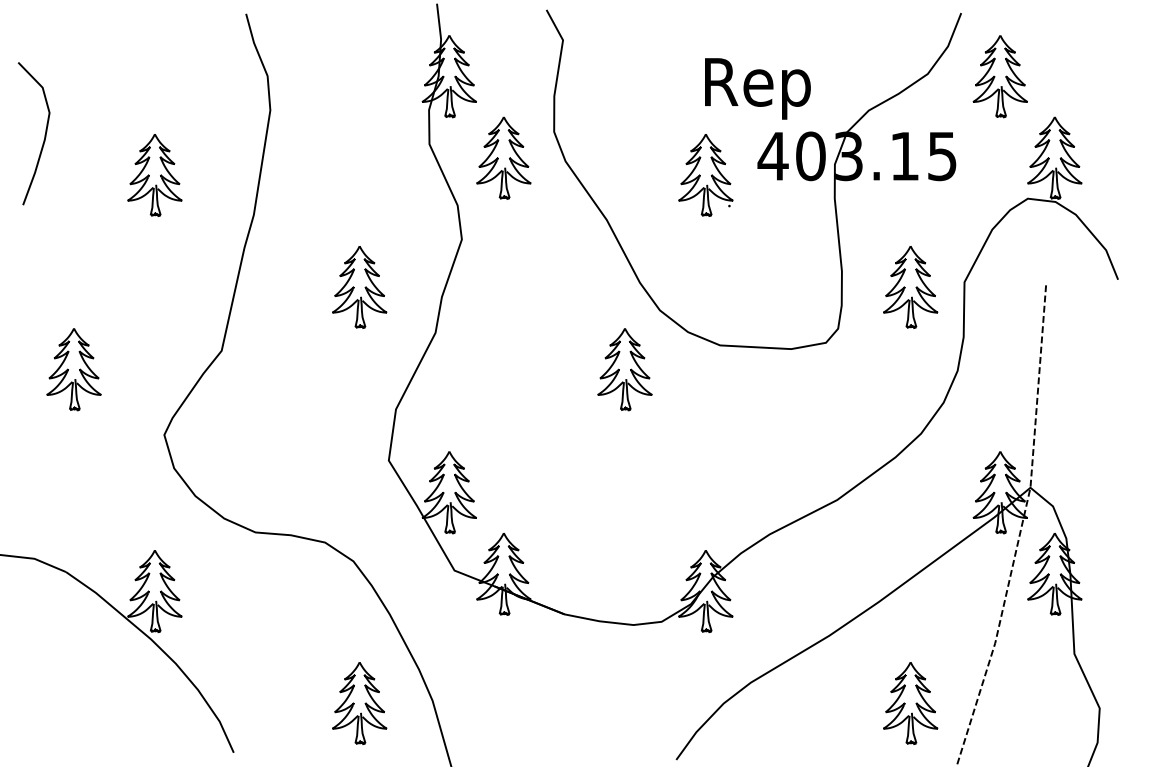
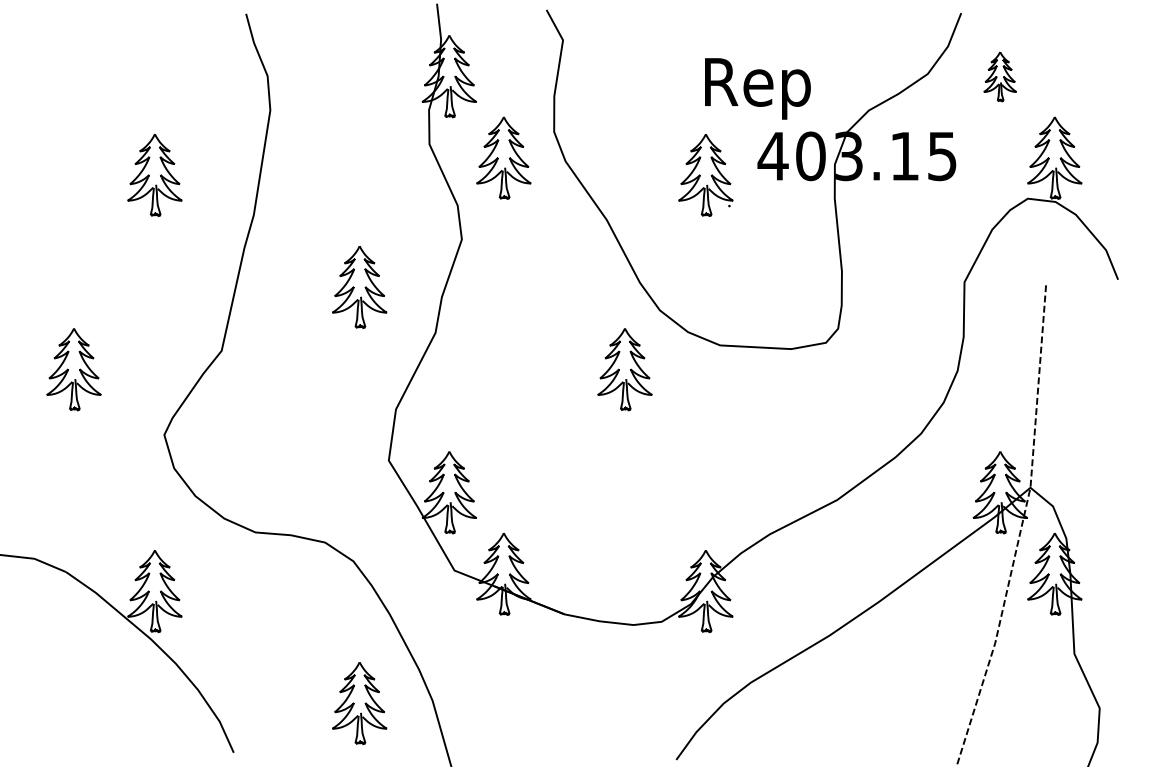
part at (999, 76) size: 56x84 px -> 34x52 px
curve at (44, 134): present -> none
part at (910, 287): present -> none
part at (910, 703): present -> none
